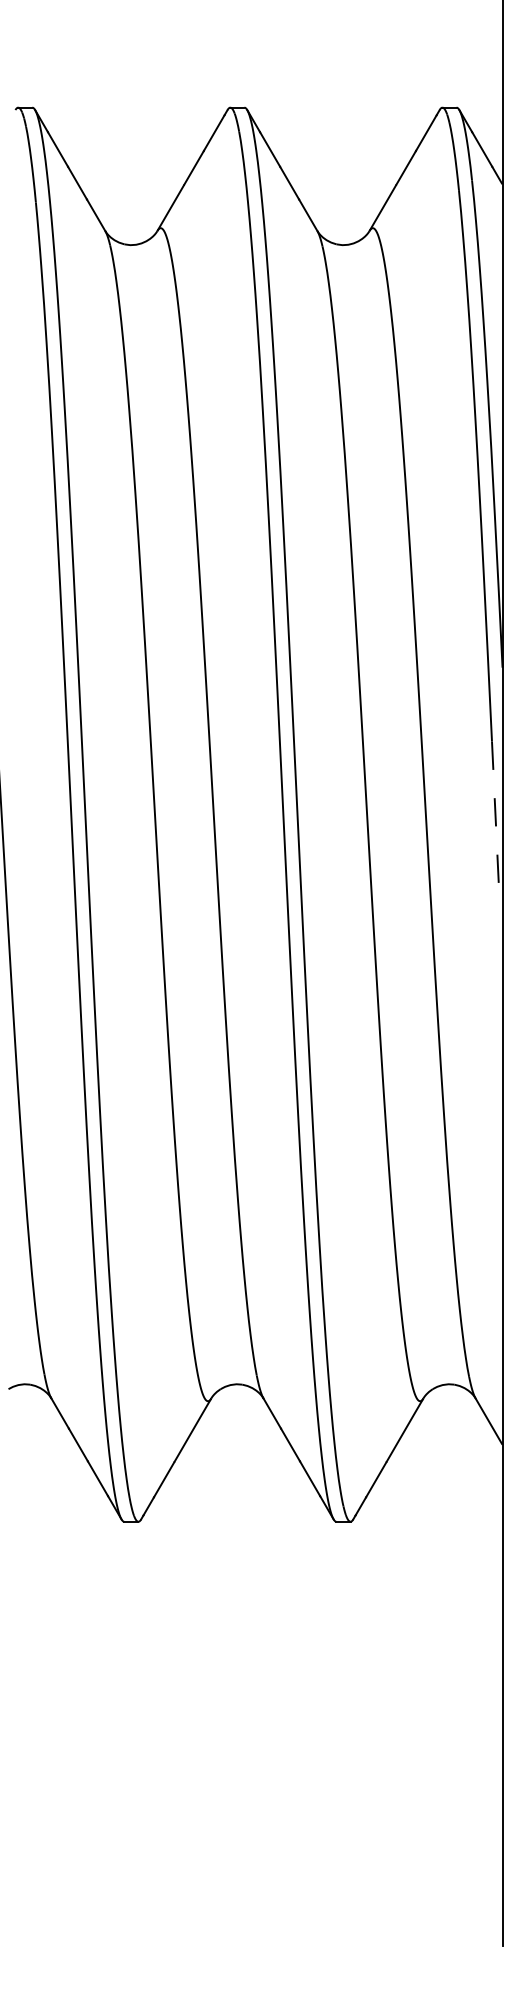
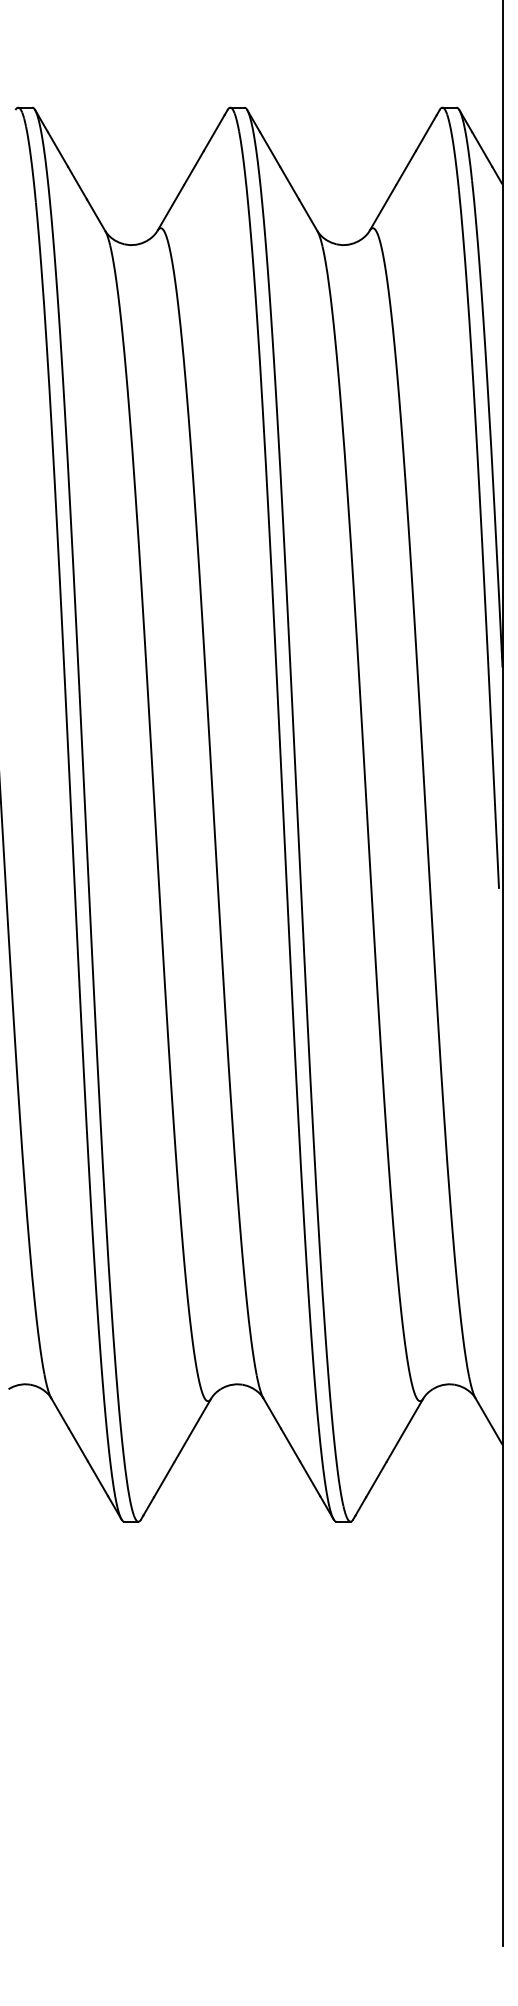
line at (495, 815): dashed -> solid
